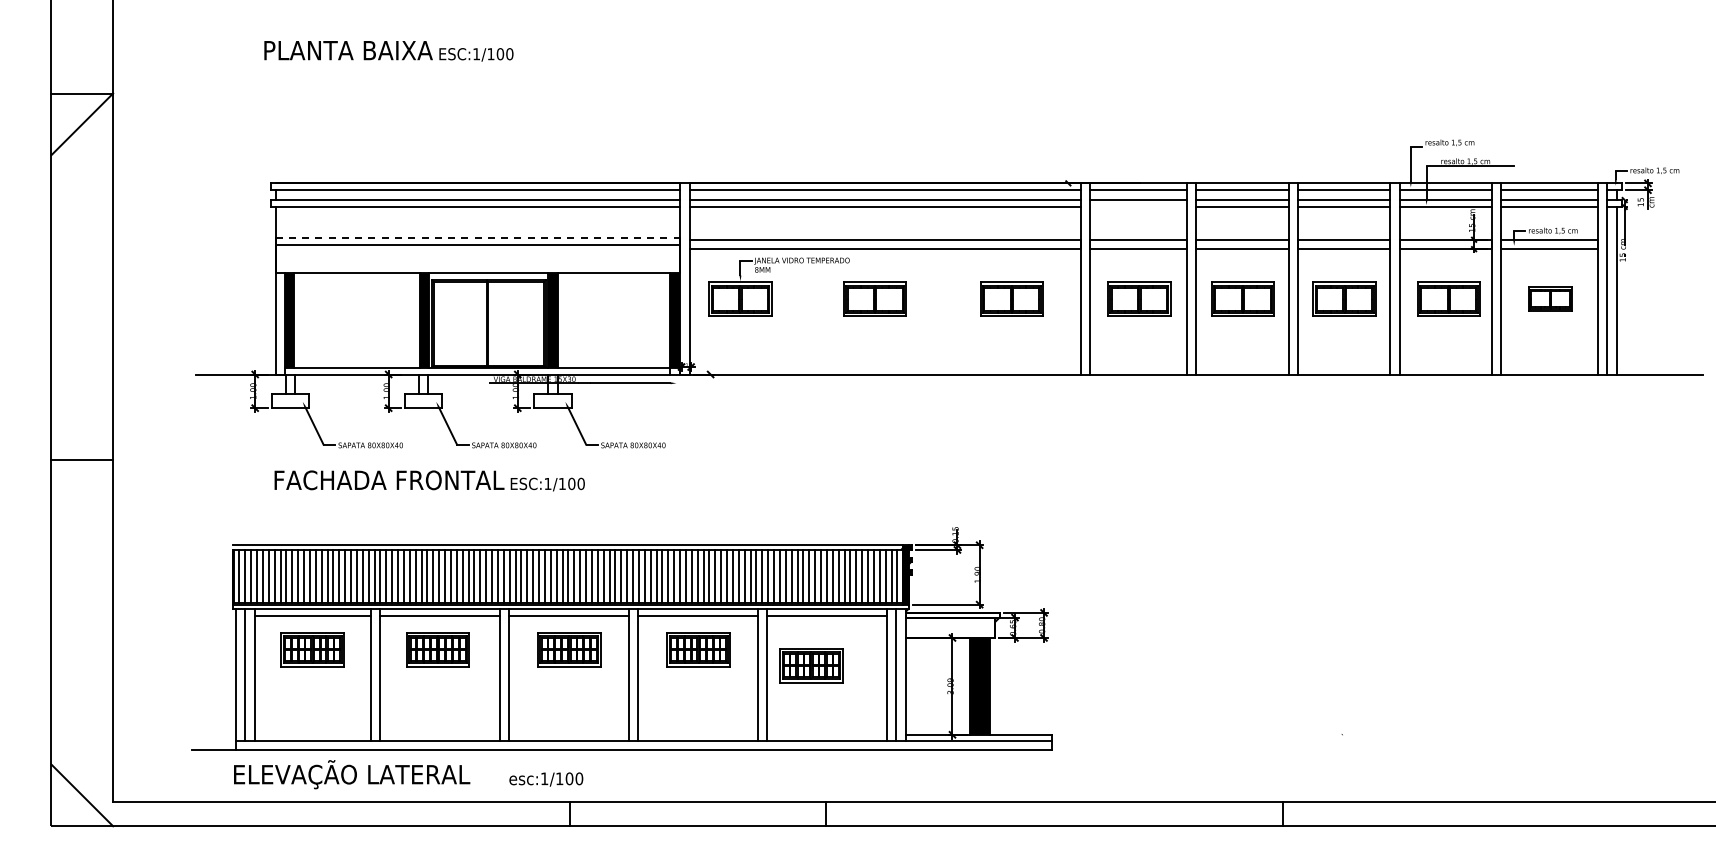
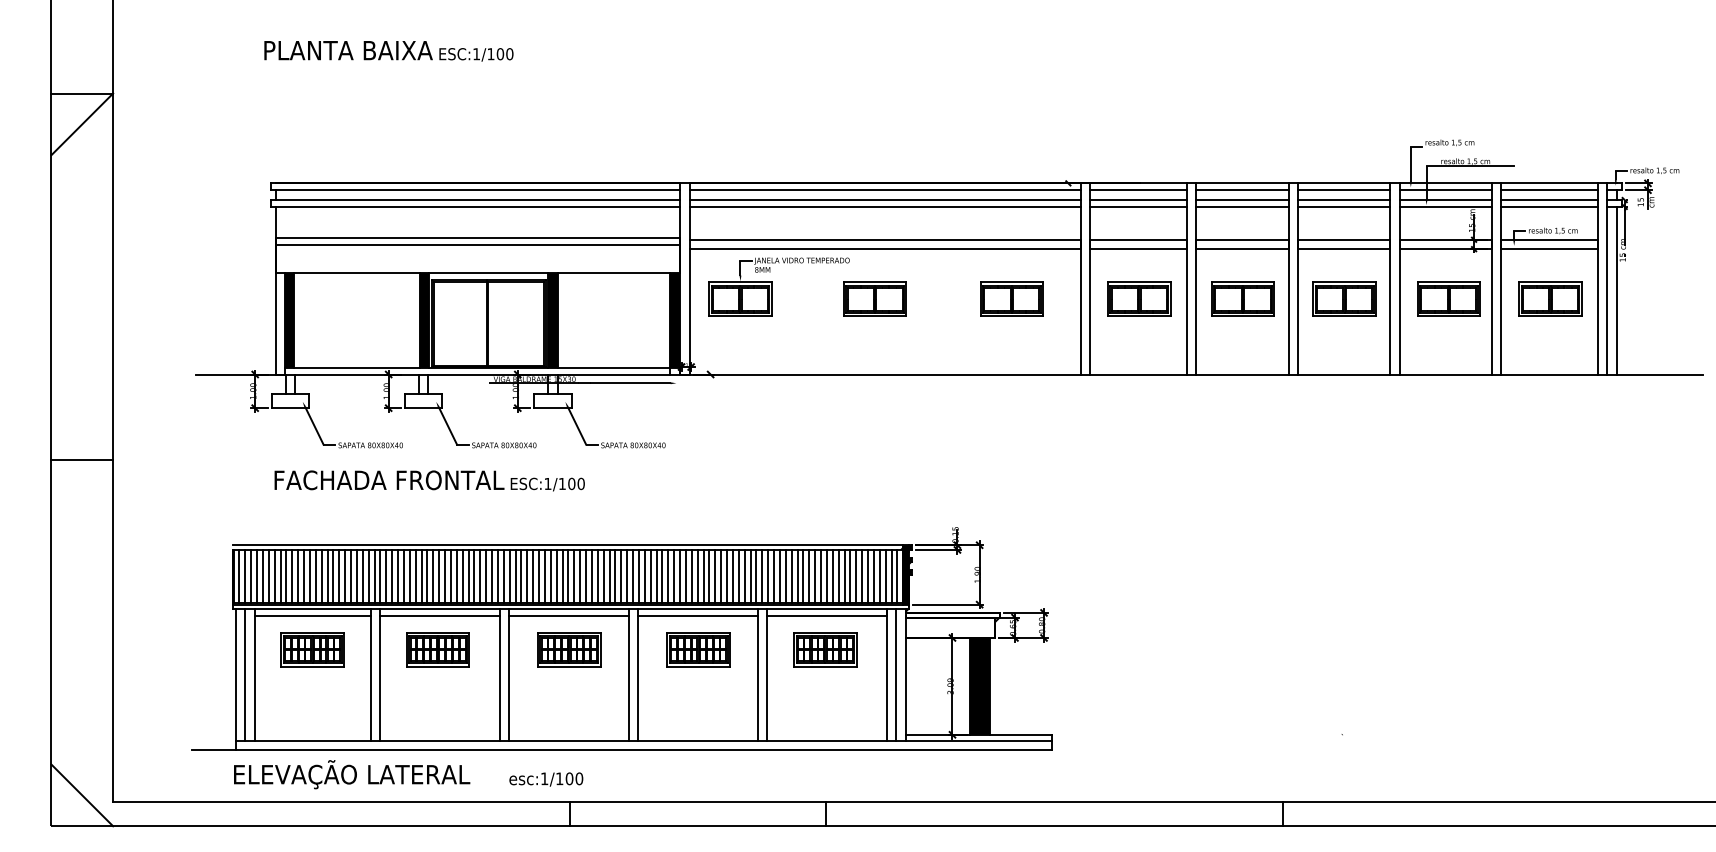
line at (1138, 206): none -> present
line at (478, 238): dashed -> solid
part at (1550, 298) size: 45x26 px -> 65x36 px
part at (811, 665) position: (811, 665) -> (825, 649)
